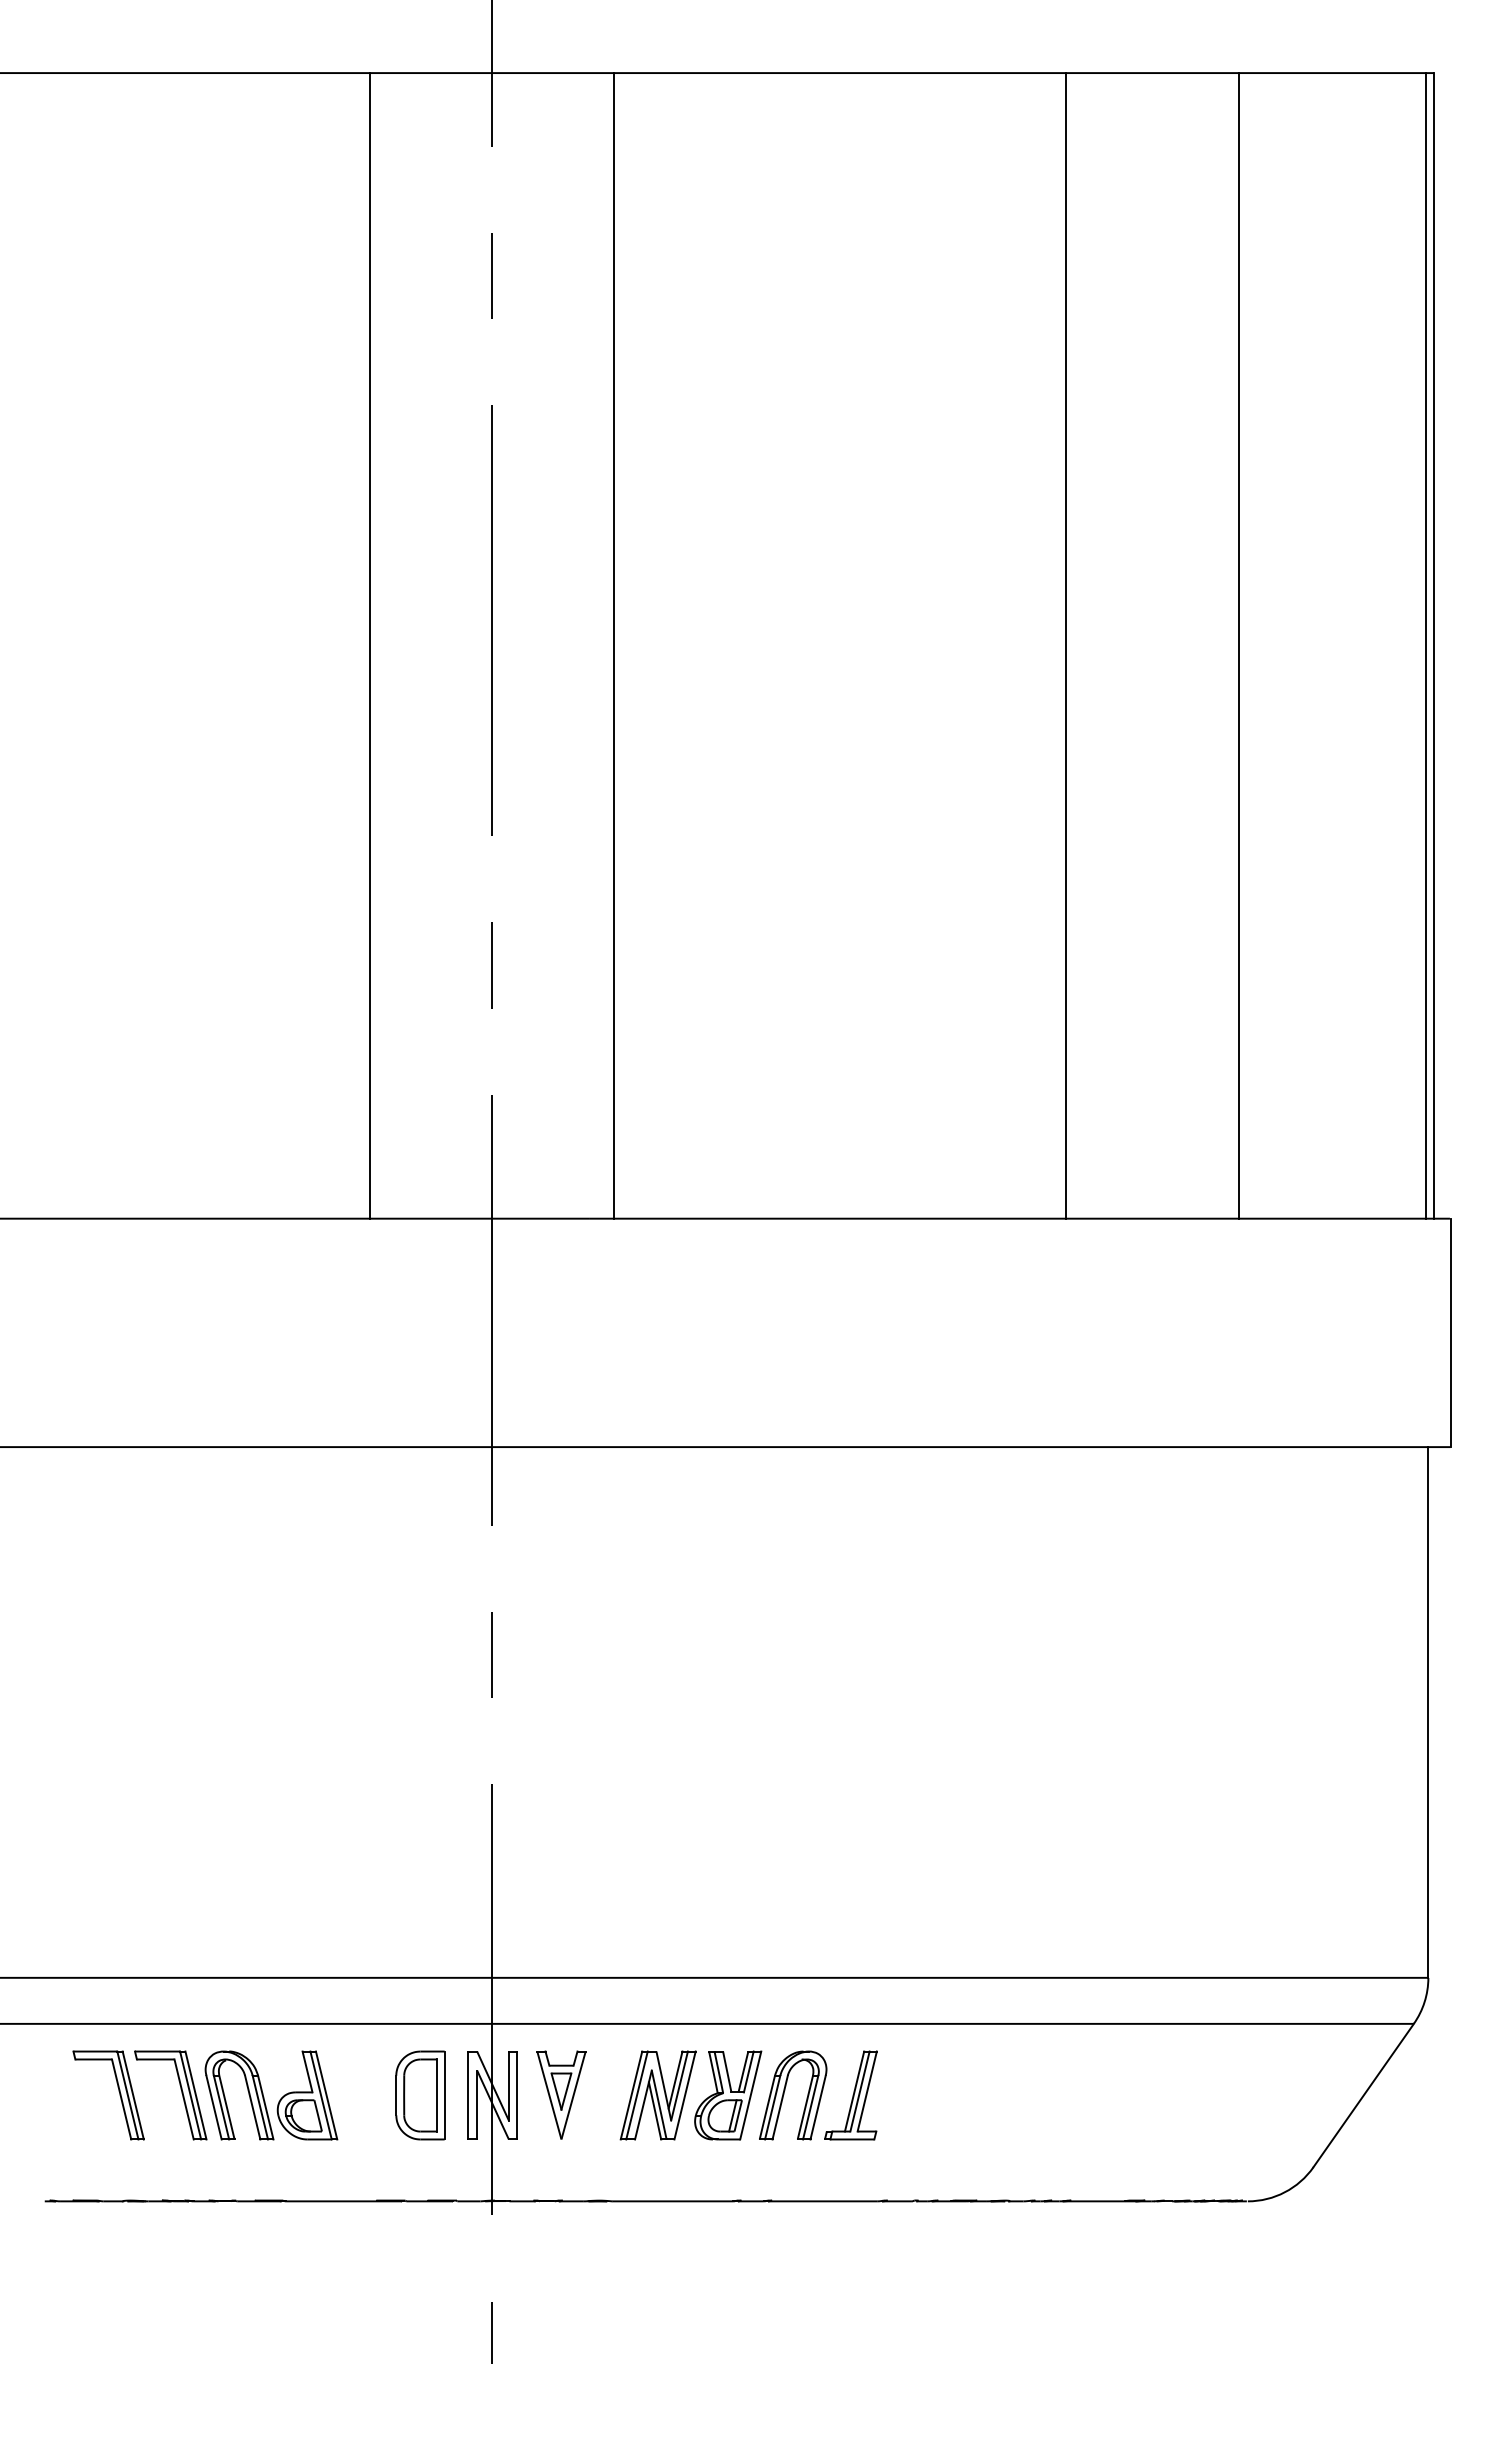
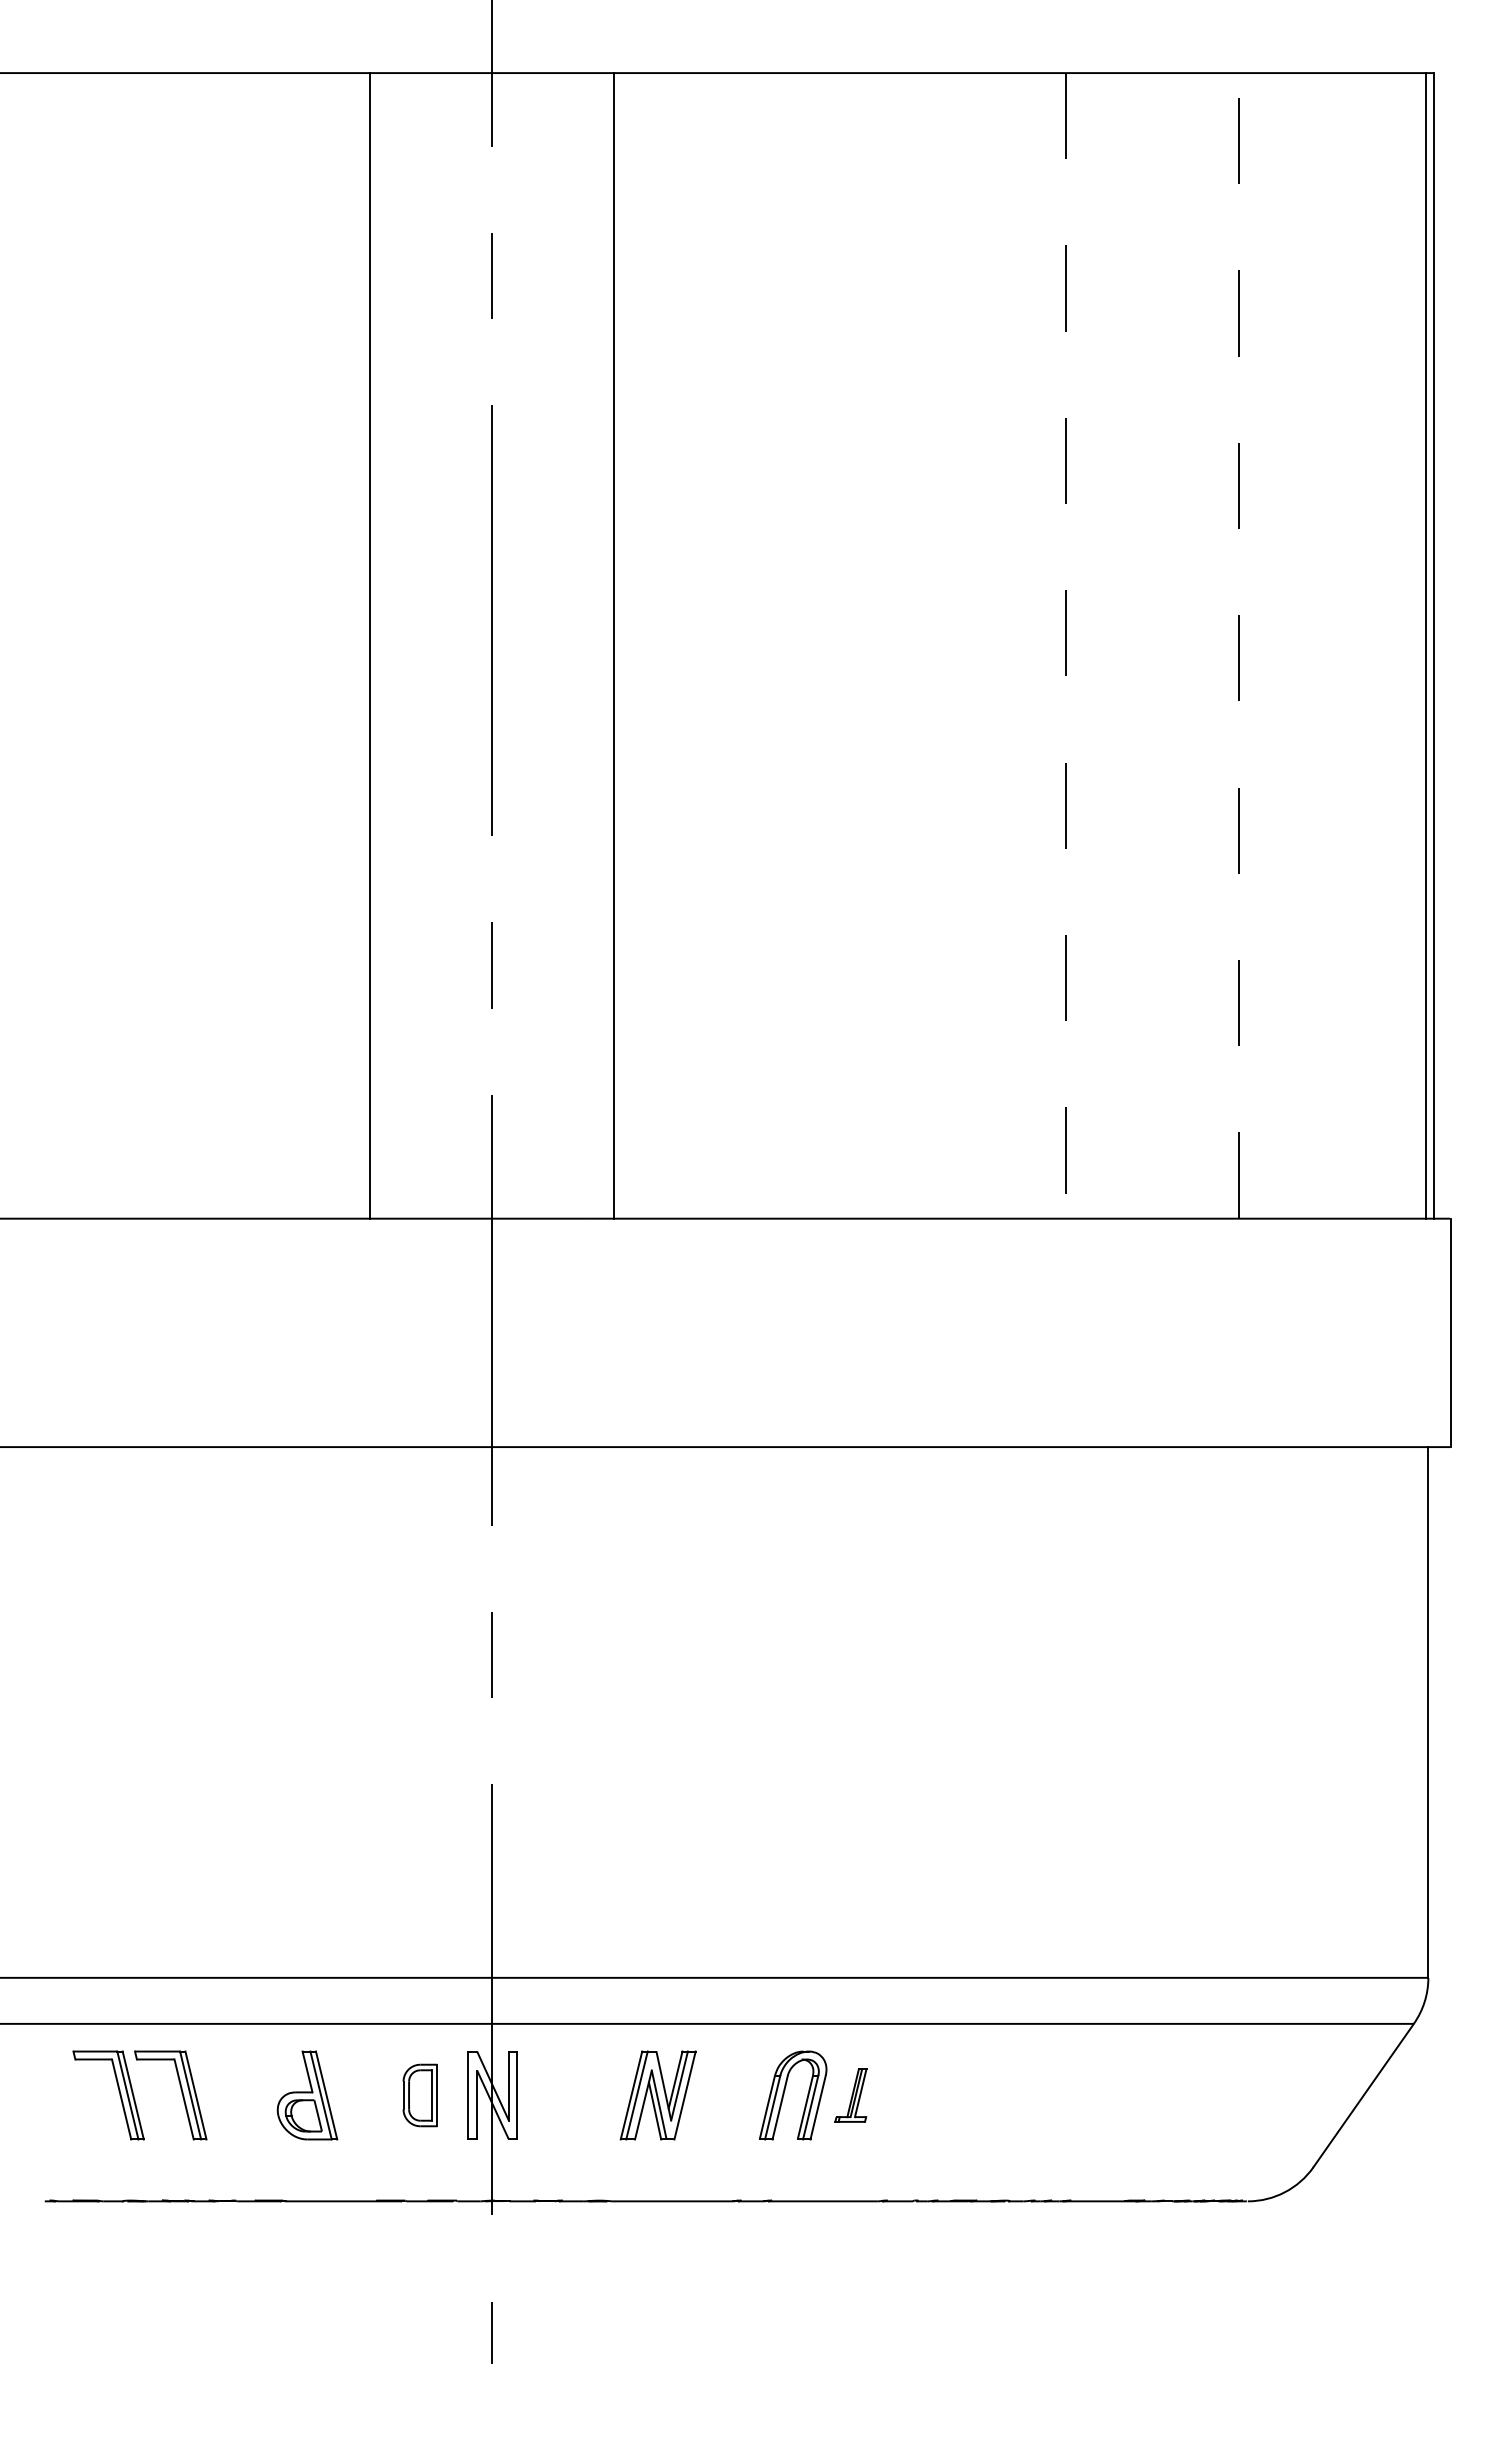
line at (1066, 645): solid -> dashed
line at (1238, 645): solid -> dashed
part at (561, 2094): present -> none
part at (248, 2095): present -> none
part at (420, 2095) size: 51x91 px -> 36x65 px
part at (728, 2095): present -> none
part at (850, 2095) size: 54x91 px -> 34x55 px
